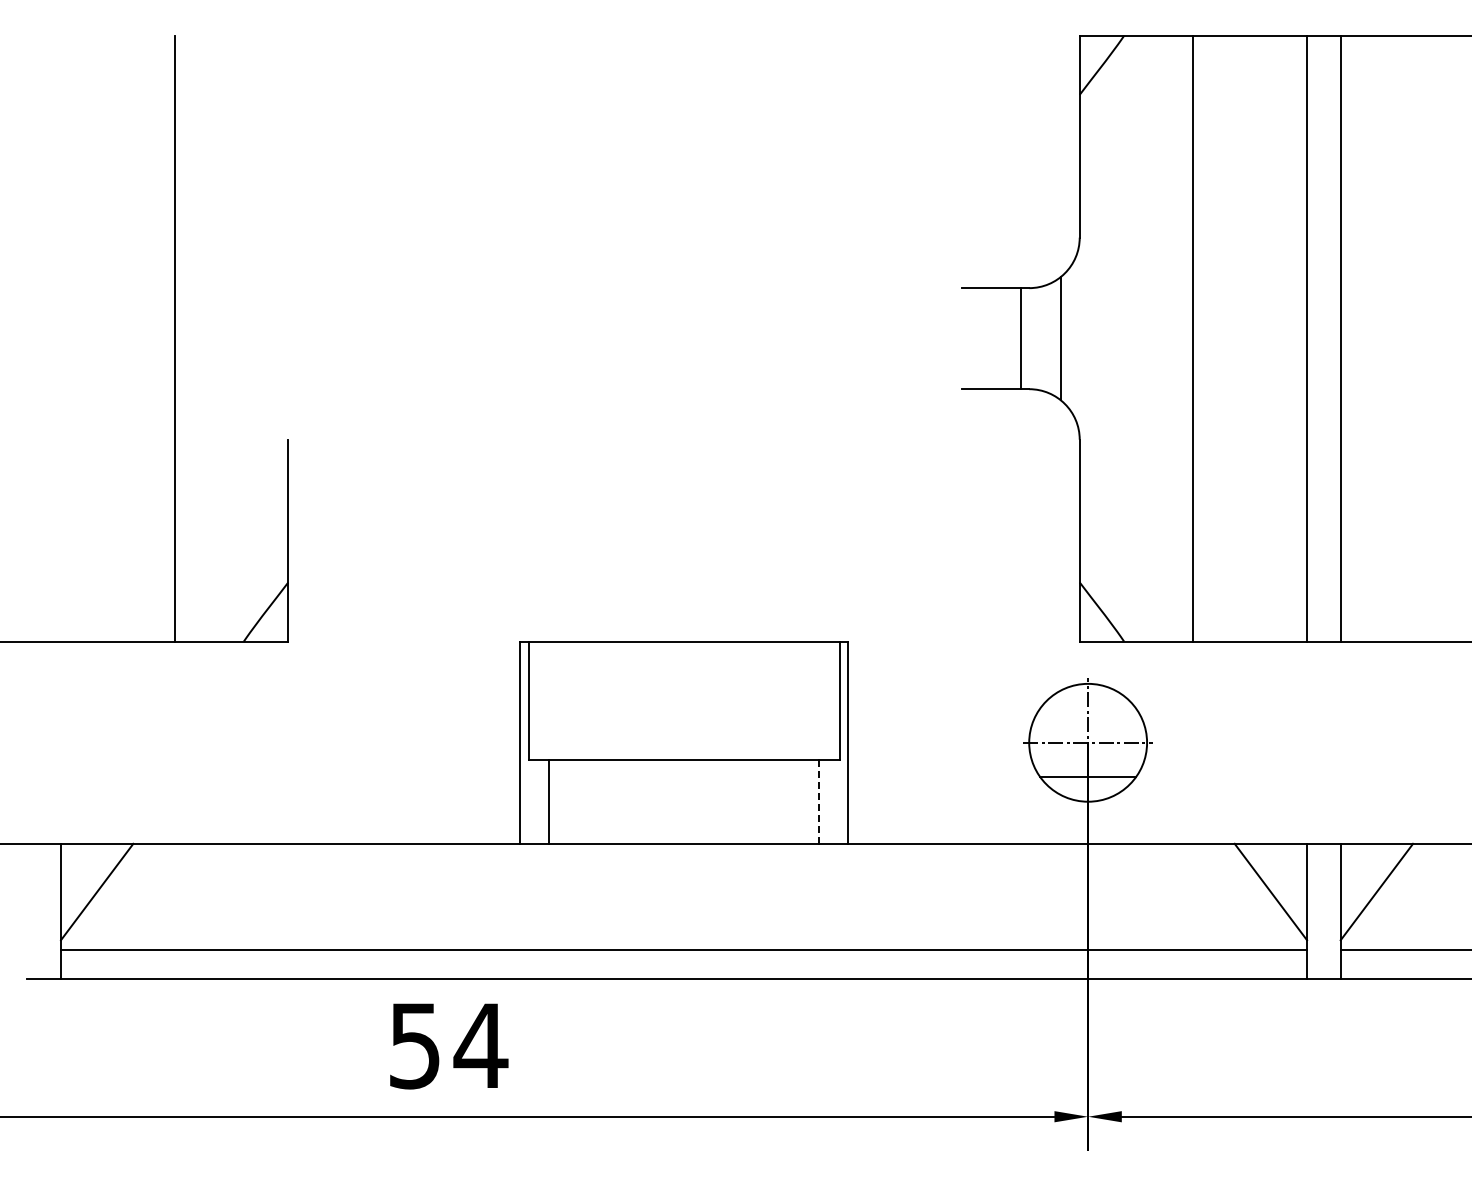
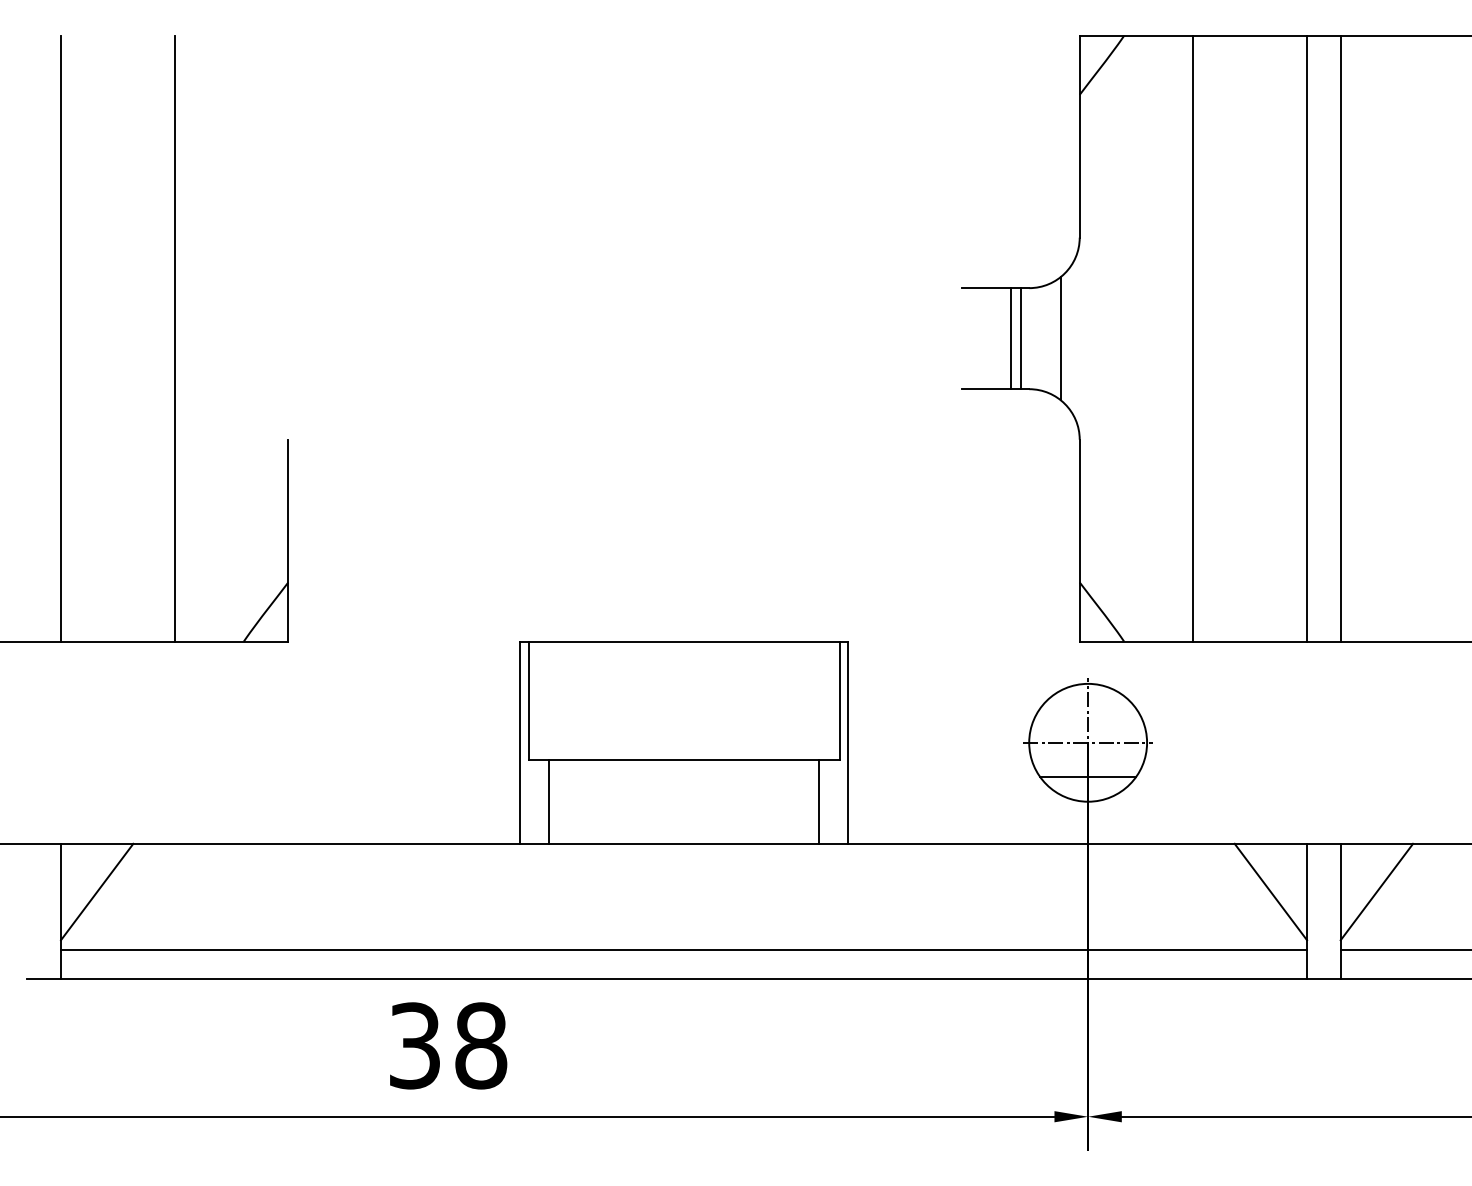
line at (61, 338): none -> present
line at (1010, 338): none -> present
line at (818, 801): dashed -> solid
text at (449, 1045): 54 -> 38
